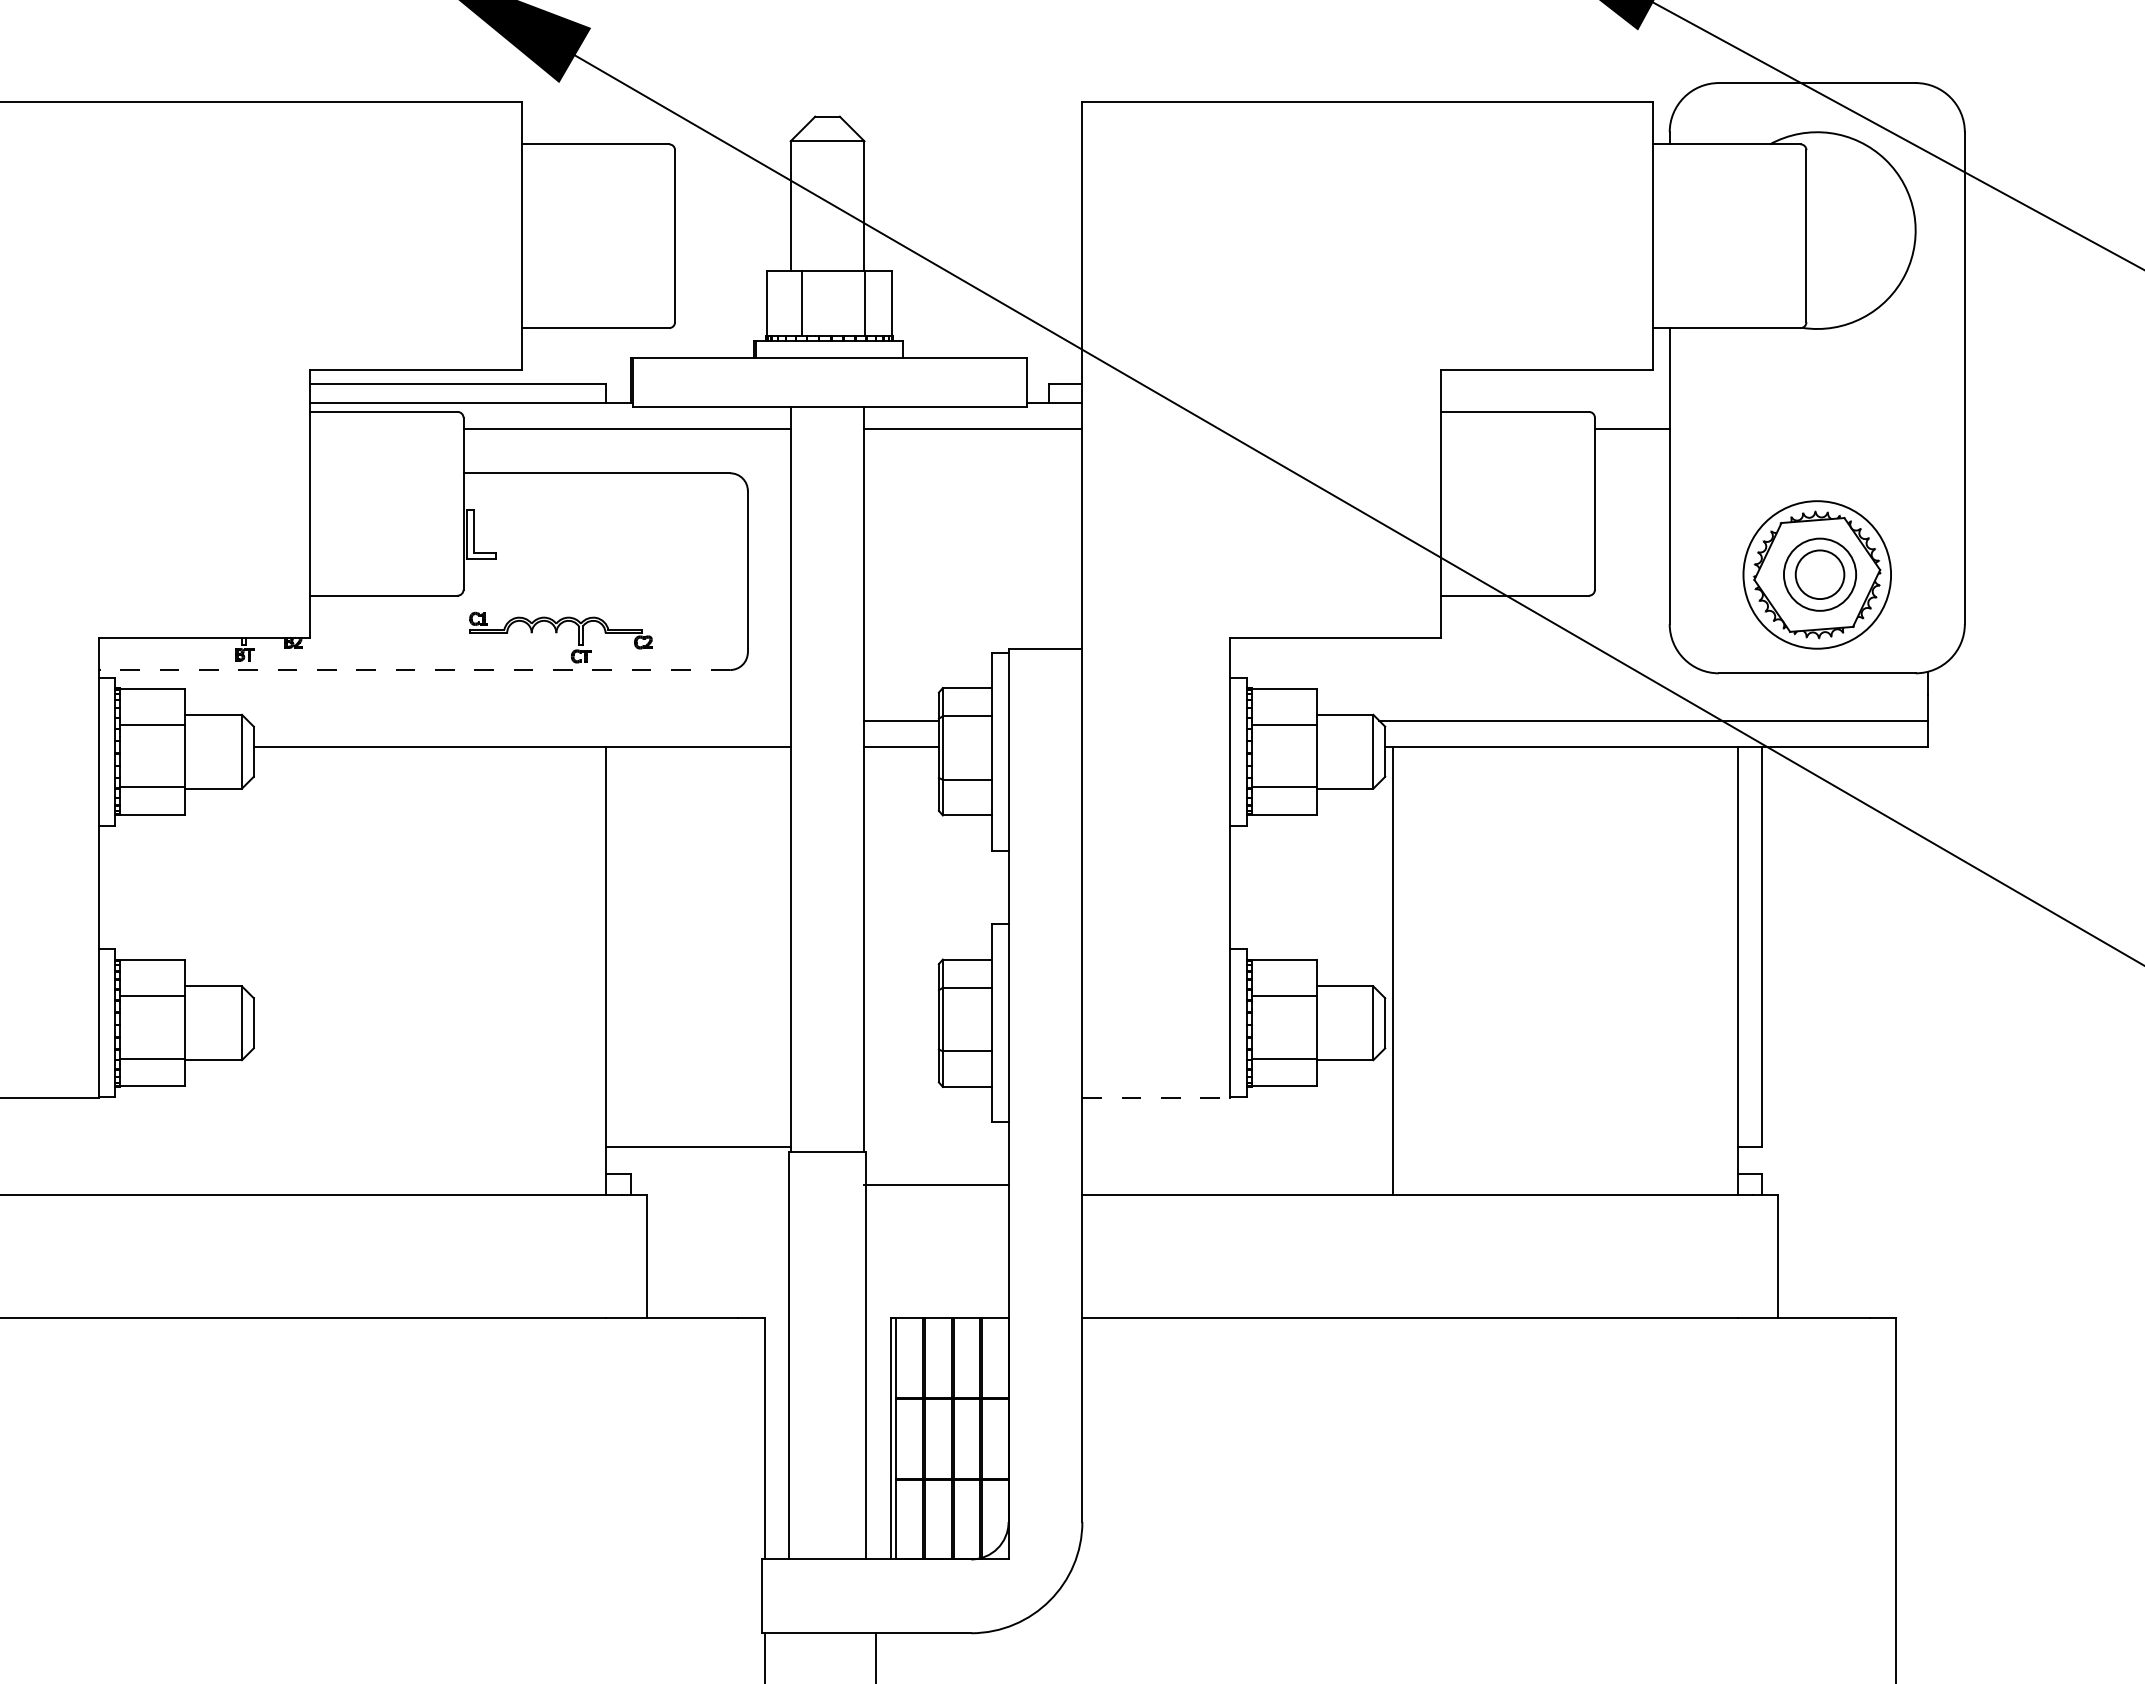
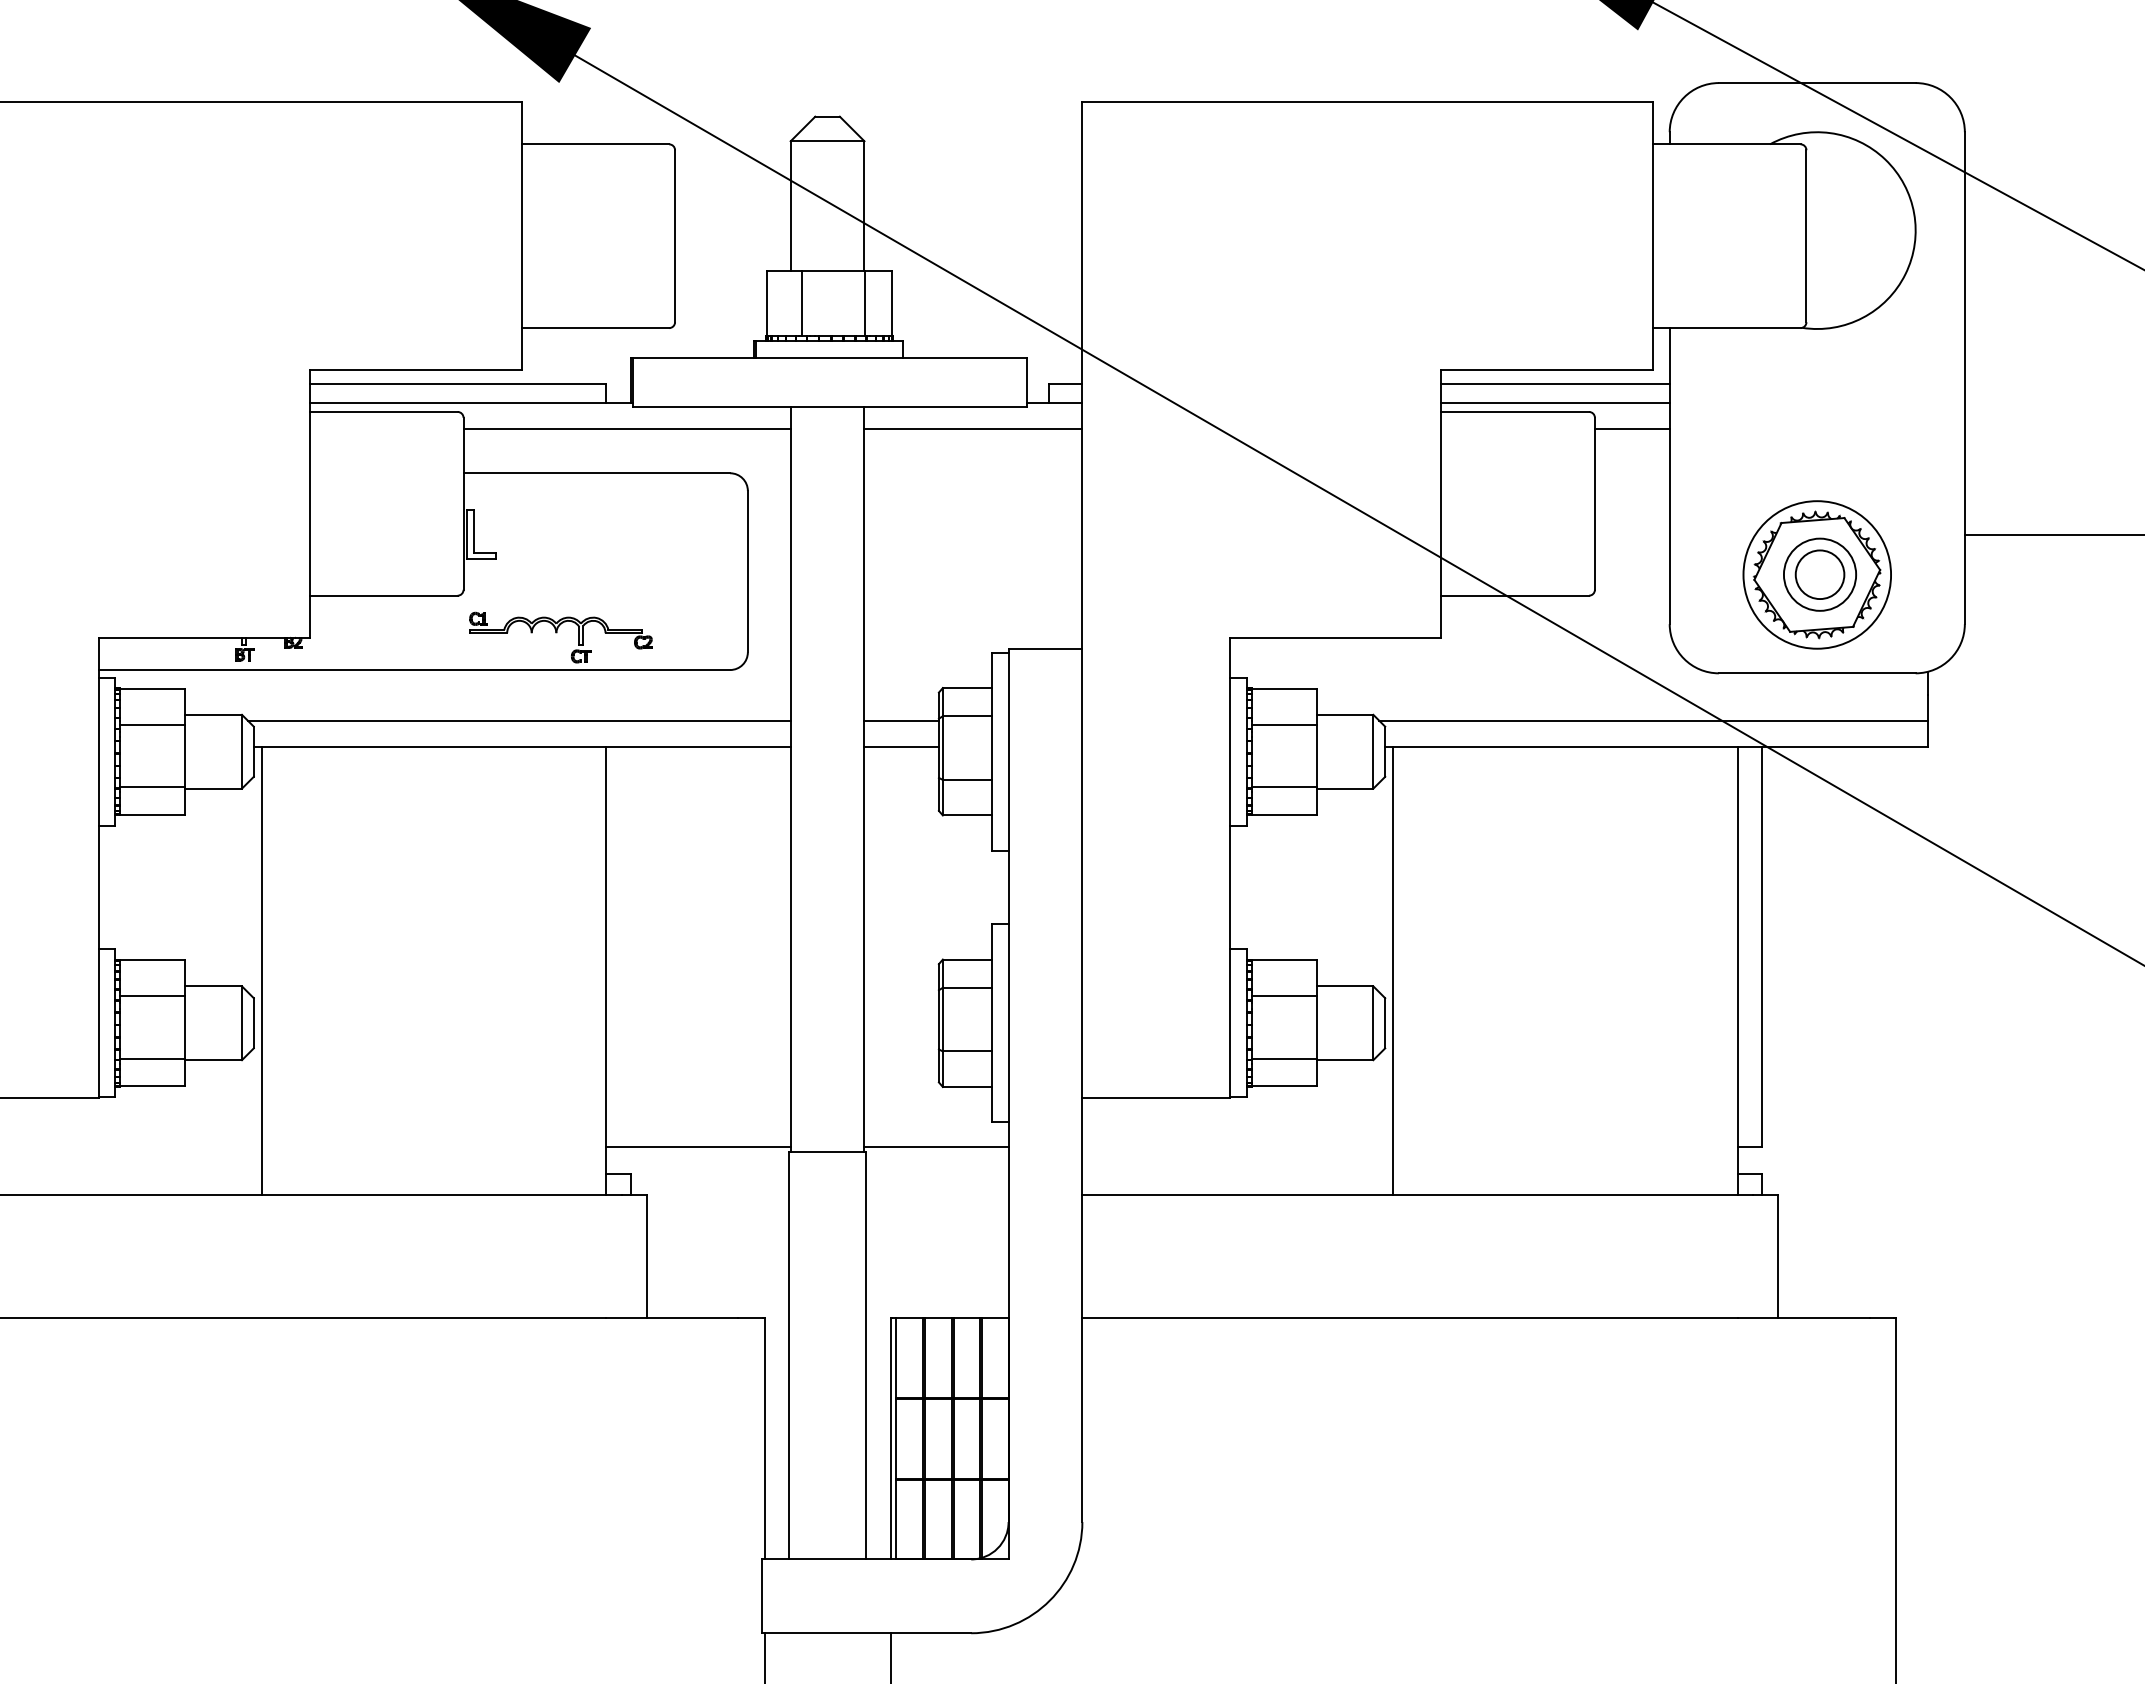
line at (1555, 383): none -> present
line at (1555, 402): none -> present
line at (2052, 534): none -> present
line at (414, 670): dashed -> solid
line at (518, 720): none -> present
line at (261, 971): none -> present
line at (1156, 1098): dashed -> solid
line at (936, 1184) position: (936, 1184) -> (936, 1146)
line at (875, 1656) position: (875, 1656) -> (890, 1656)
